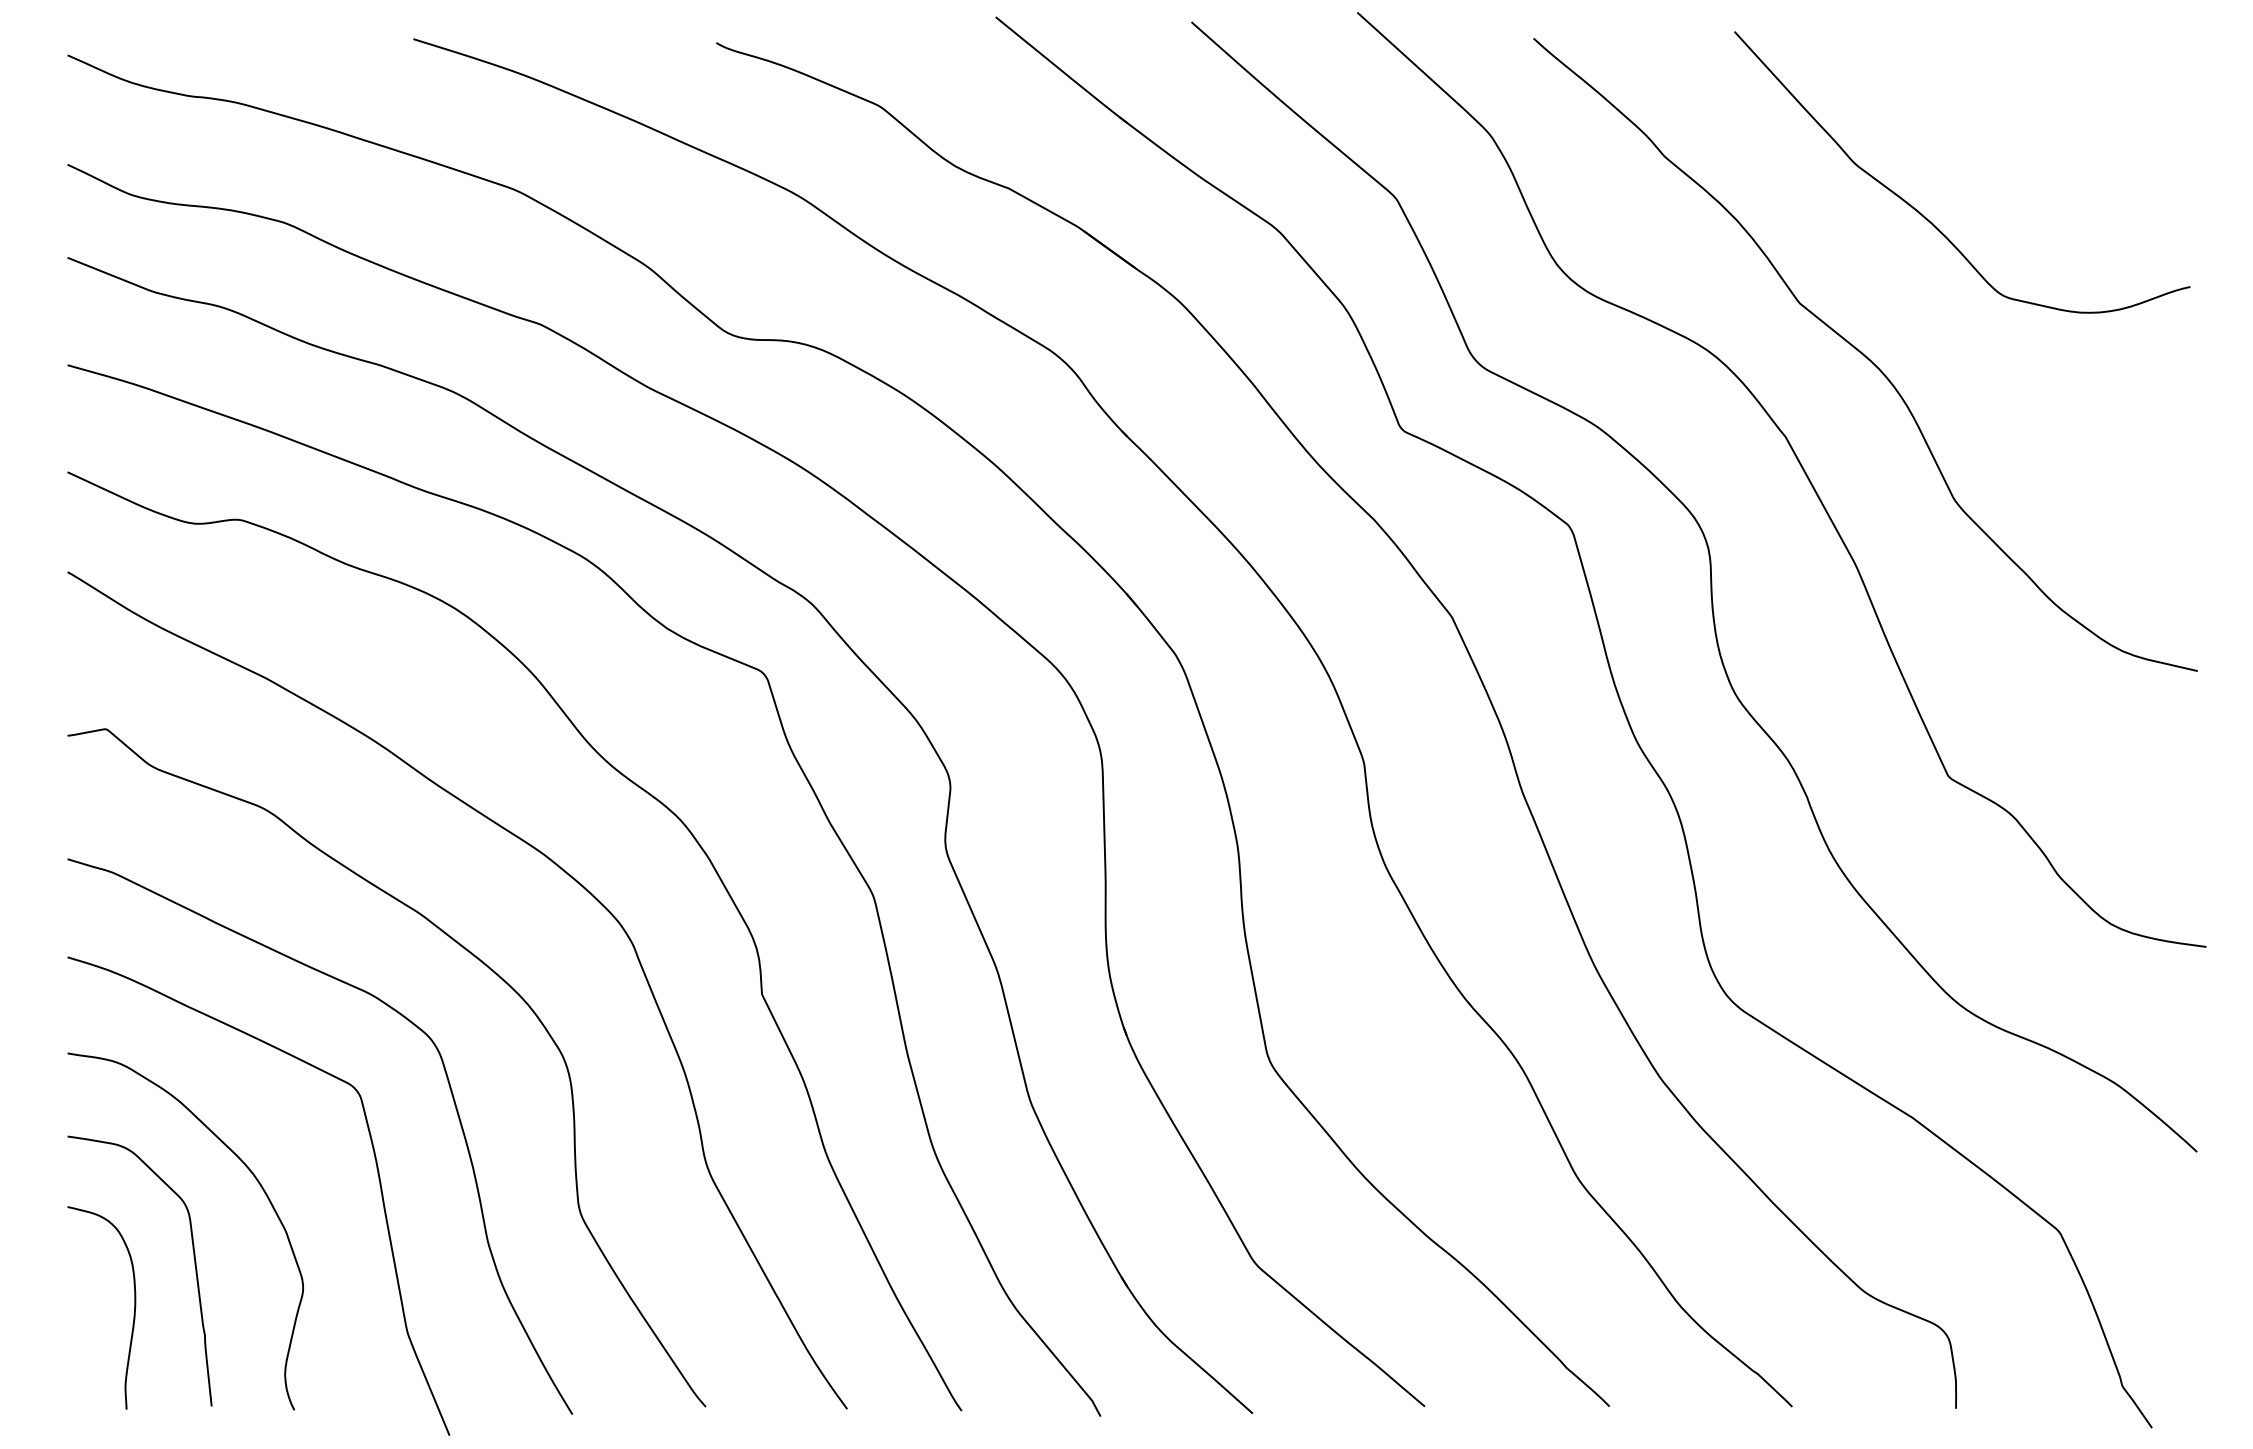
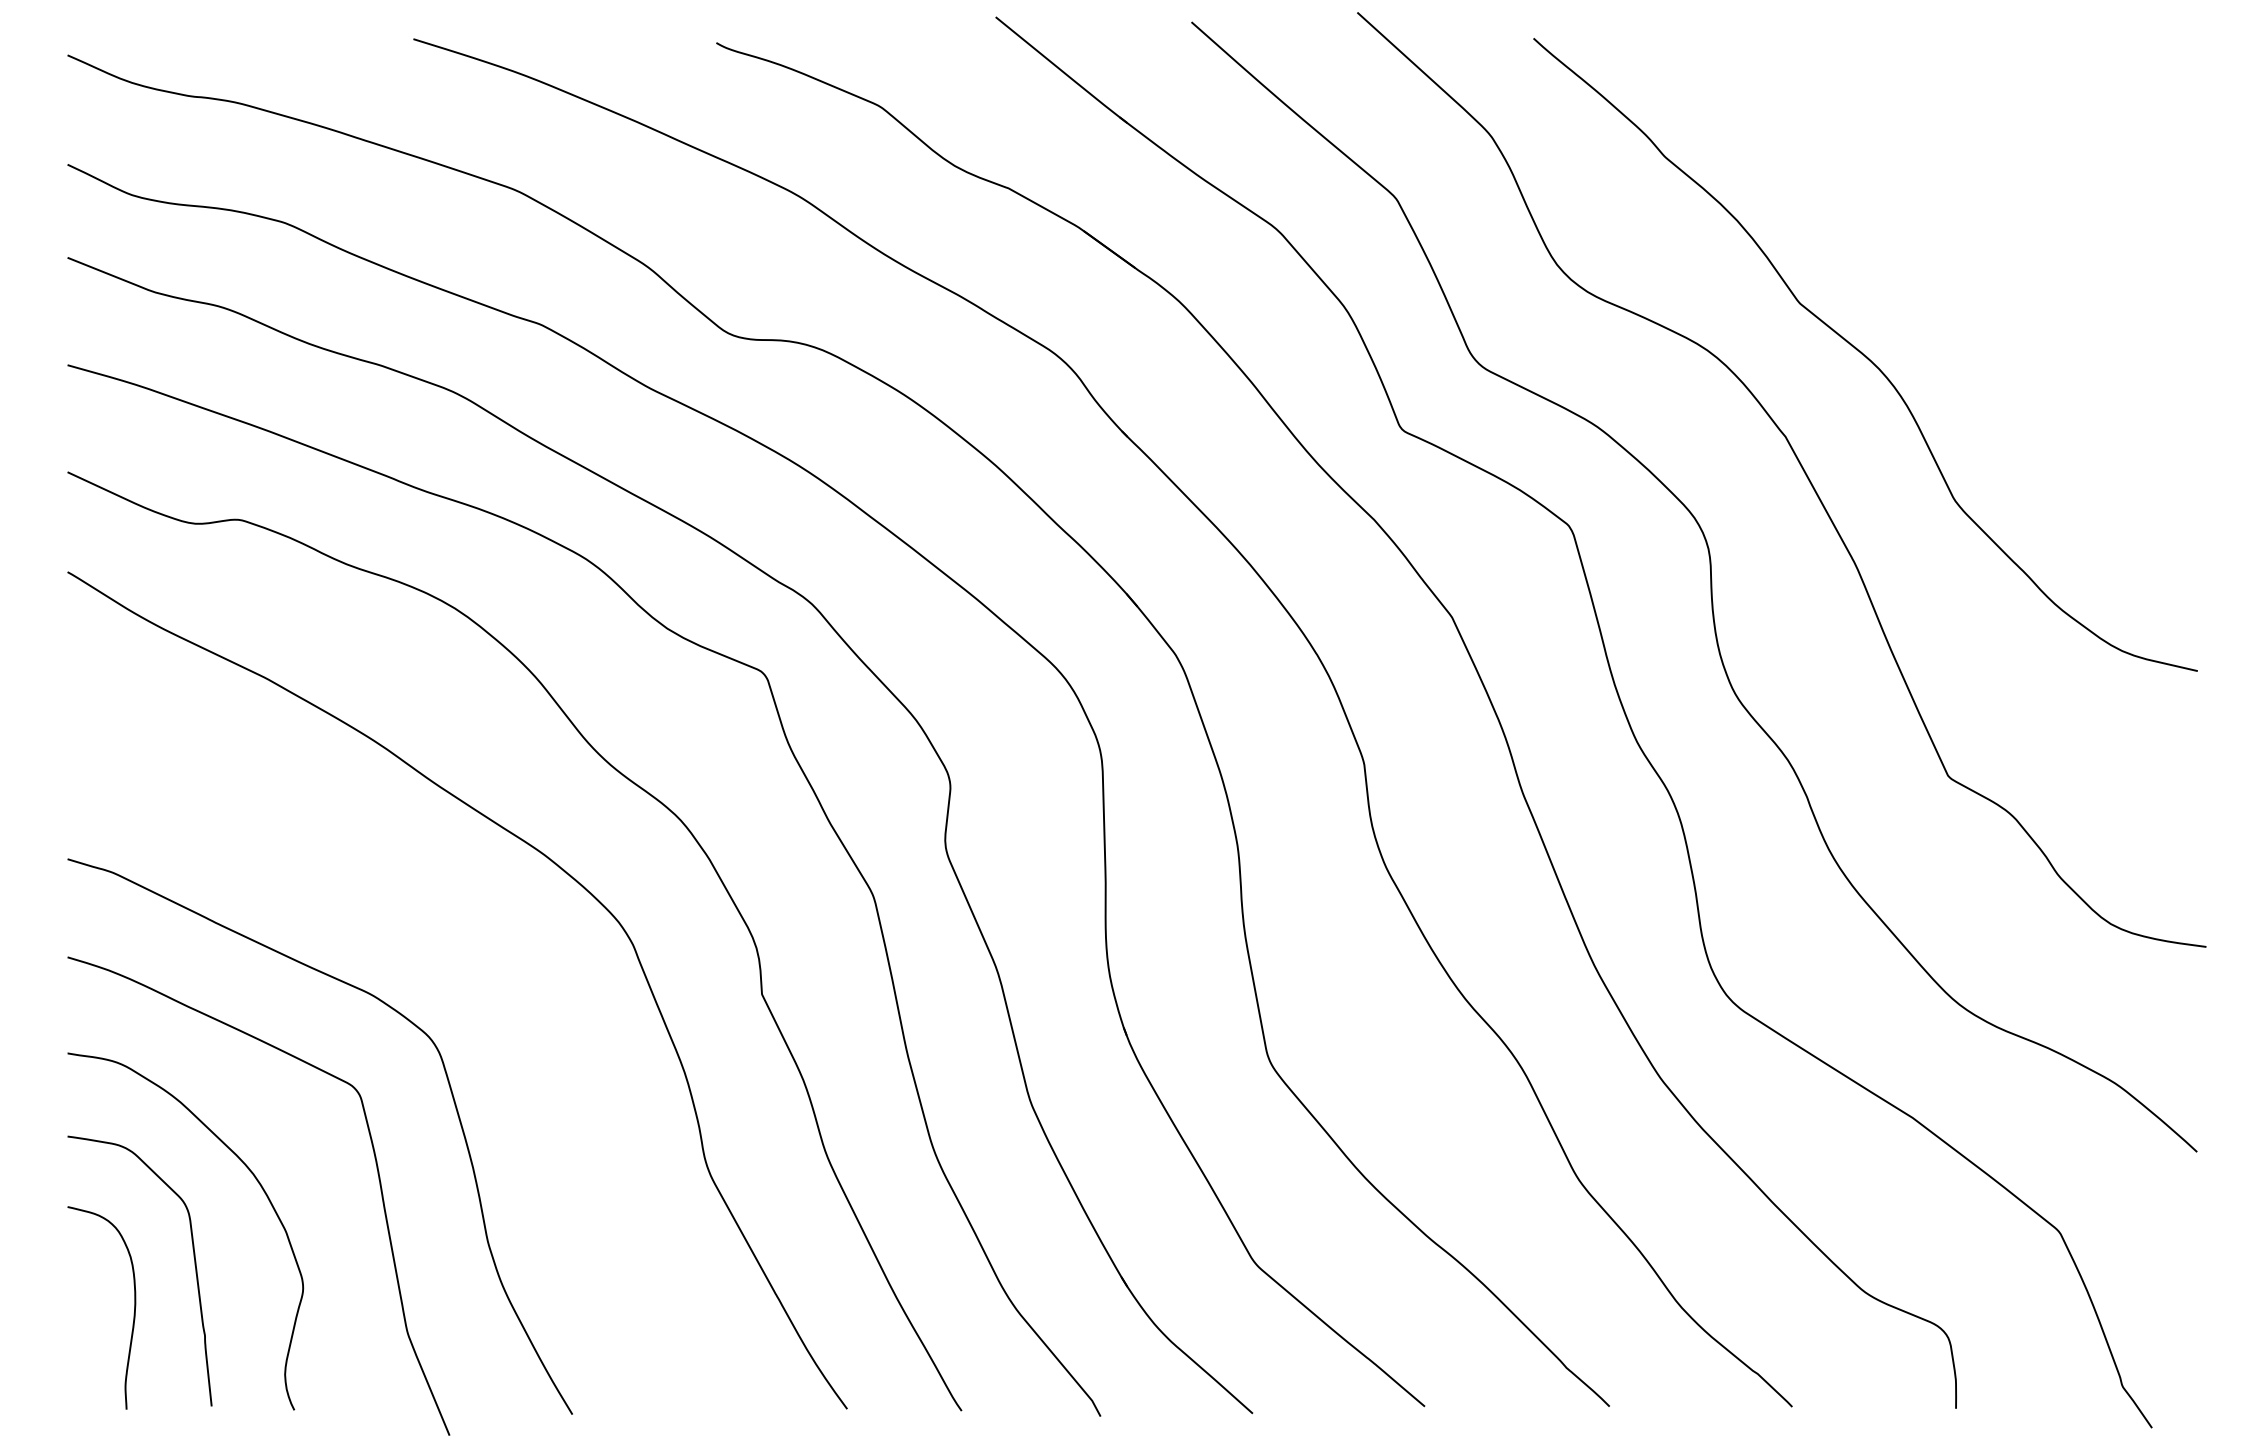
curve at (1924, 215): present -> none
curve at (473, 956): present -> none
